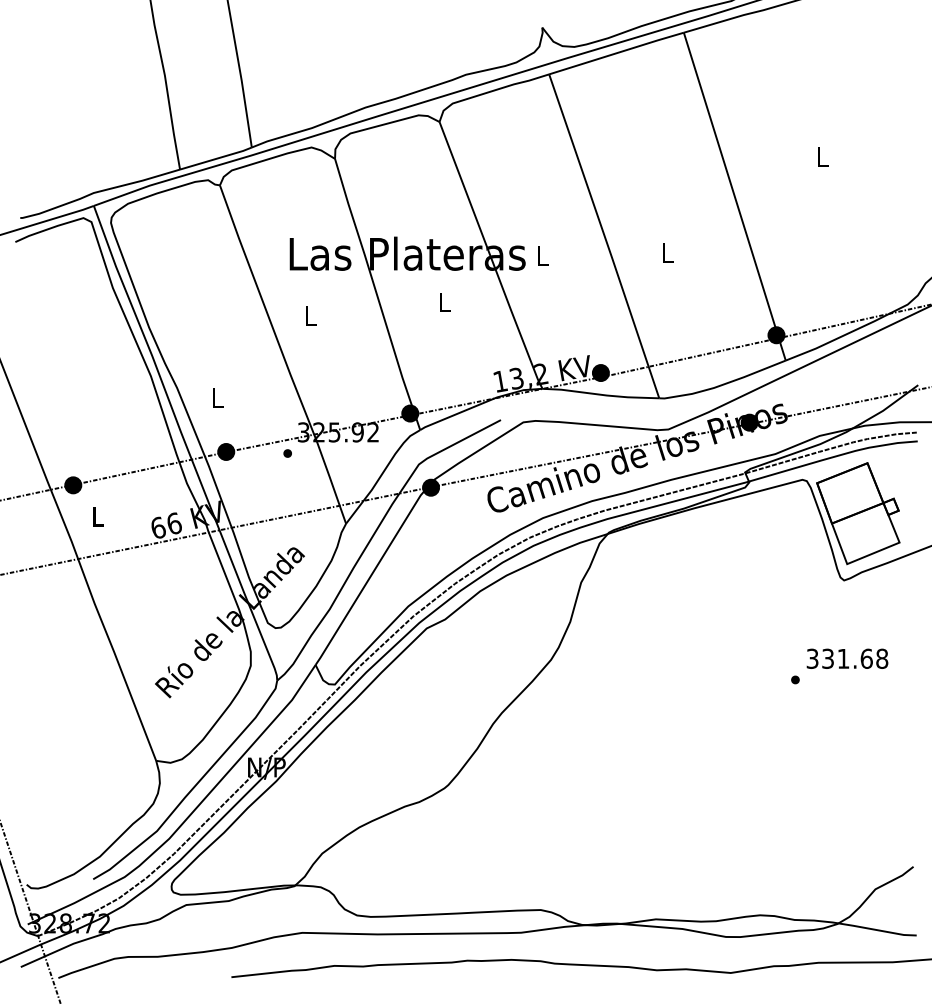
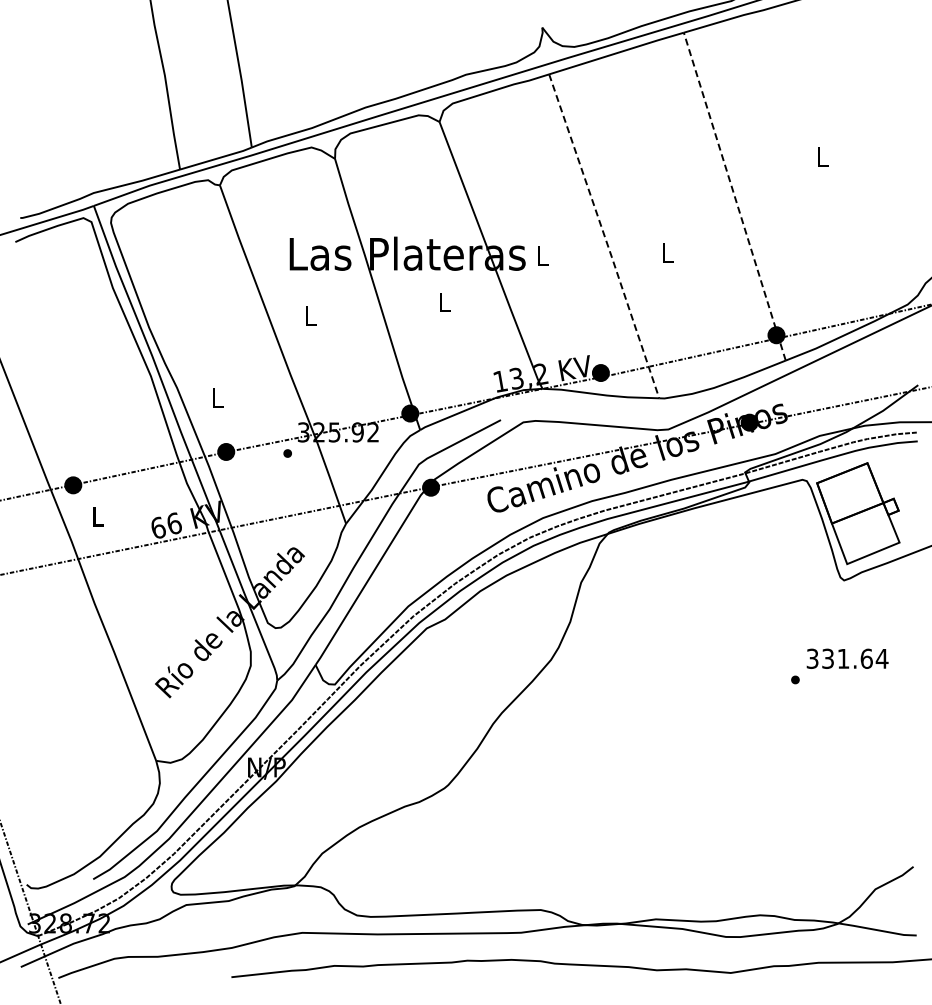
line at (734, 196): solid -> dashed
line at (604, 236): solid -> dashed
text at (881, 658): 331.68 -> 331.64
